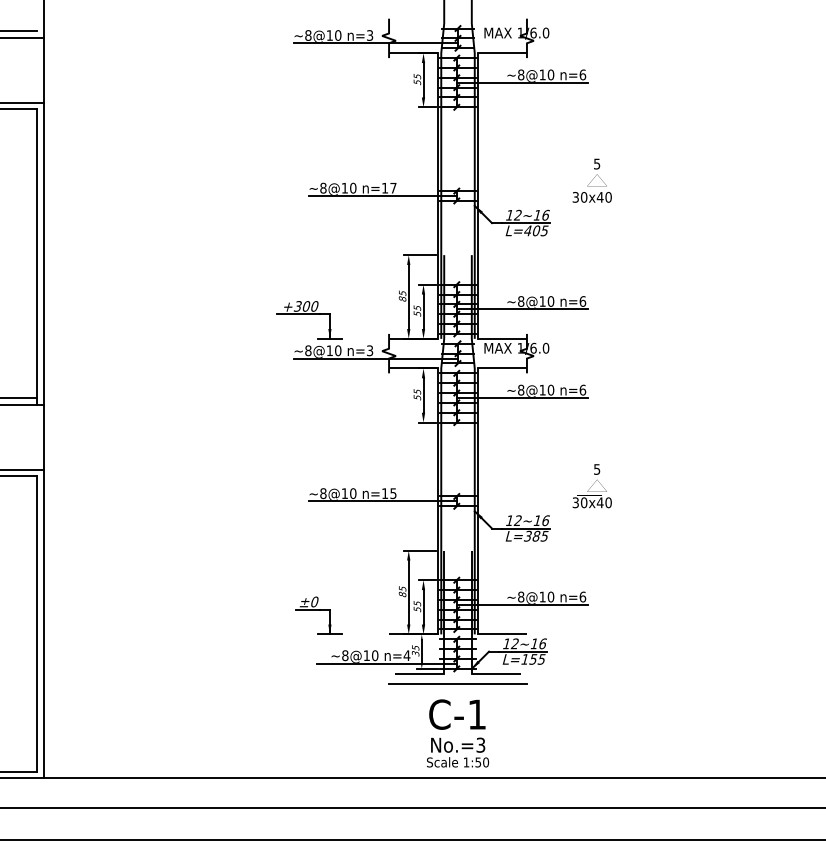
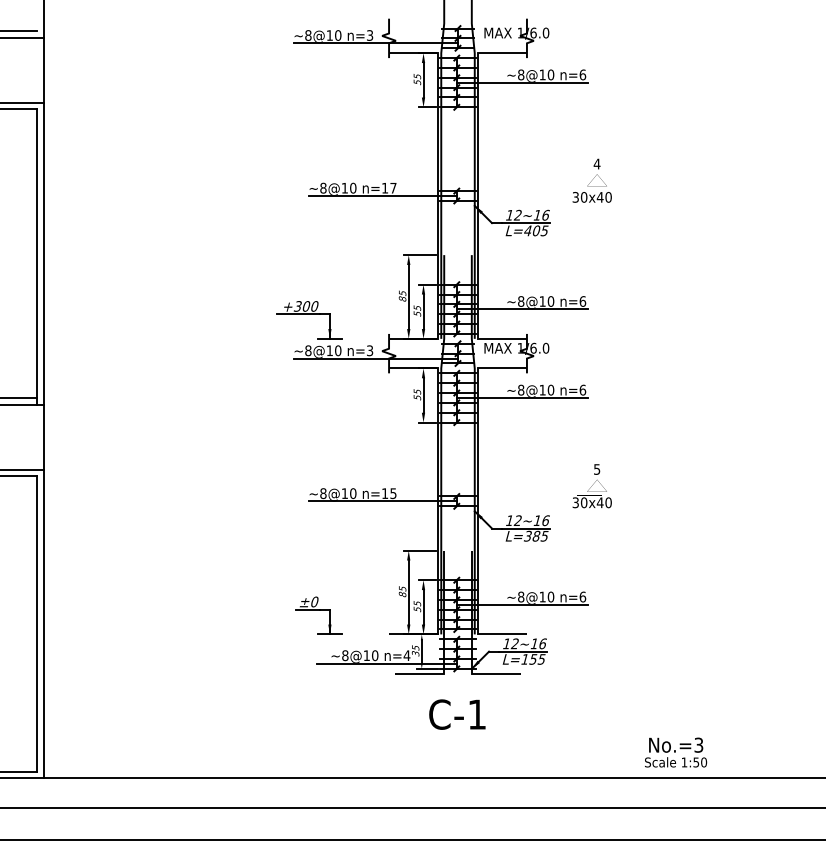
text at (596, 163): 5 -> 4
line at (457, 683): present -> none
text at (458, 752) position: (458, 752) -> (676, 752)
